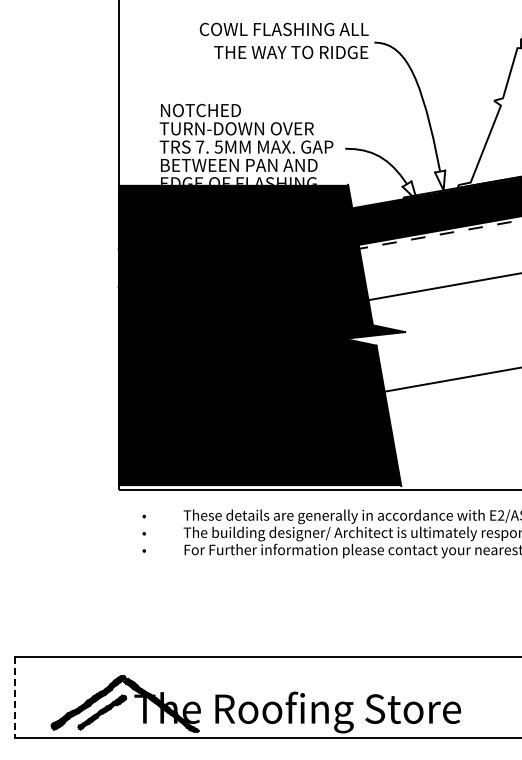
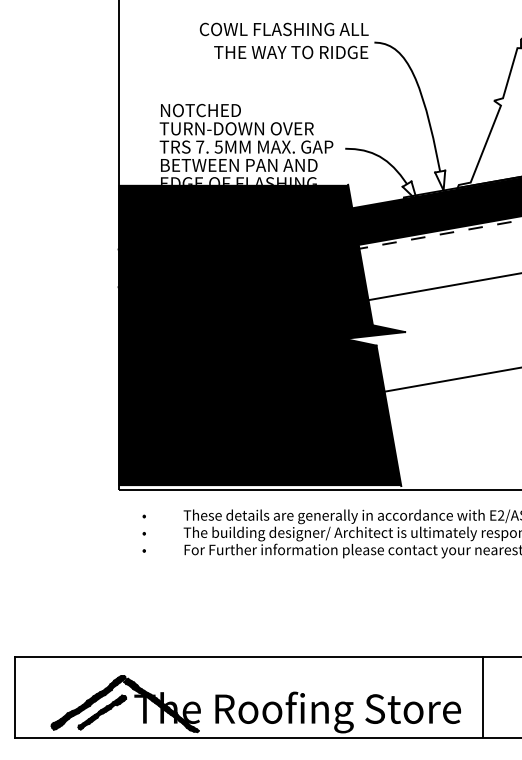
line at (482, 696): none -> present
line at (15, 697): dashed -> solid
